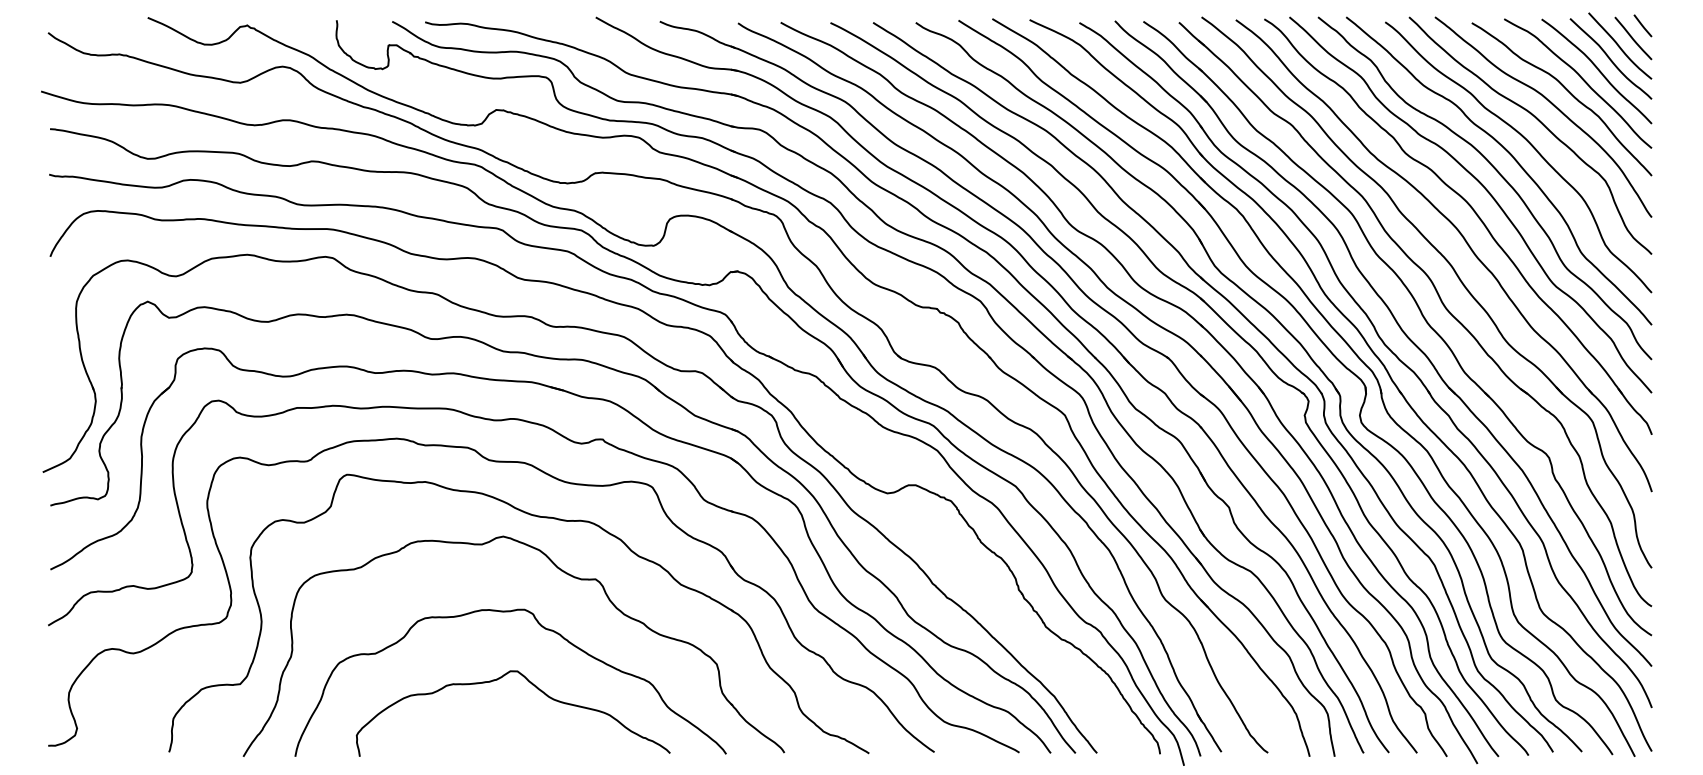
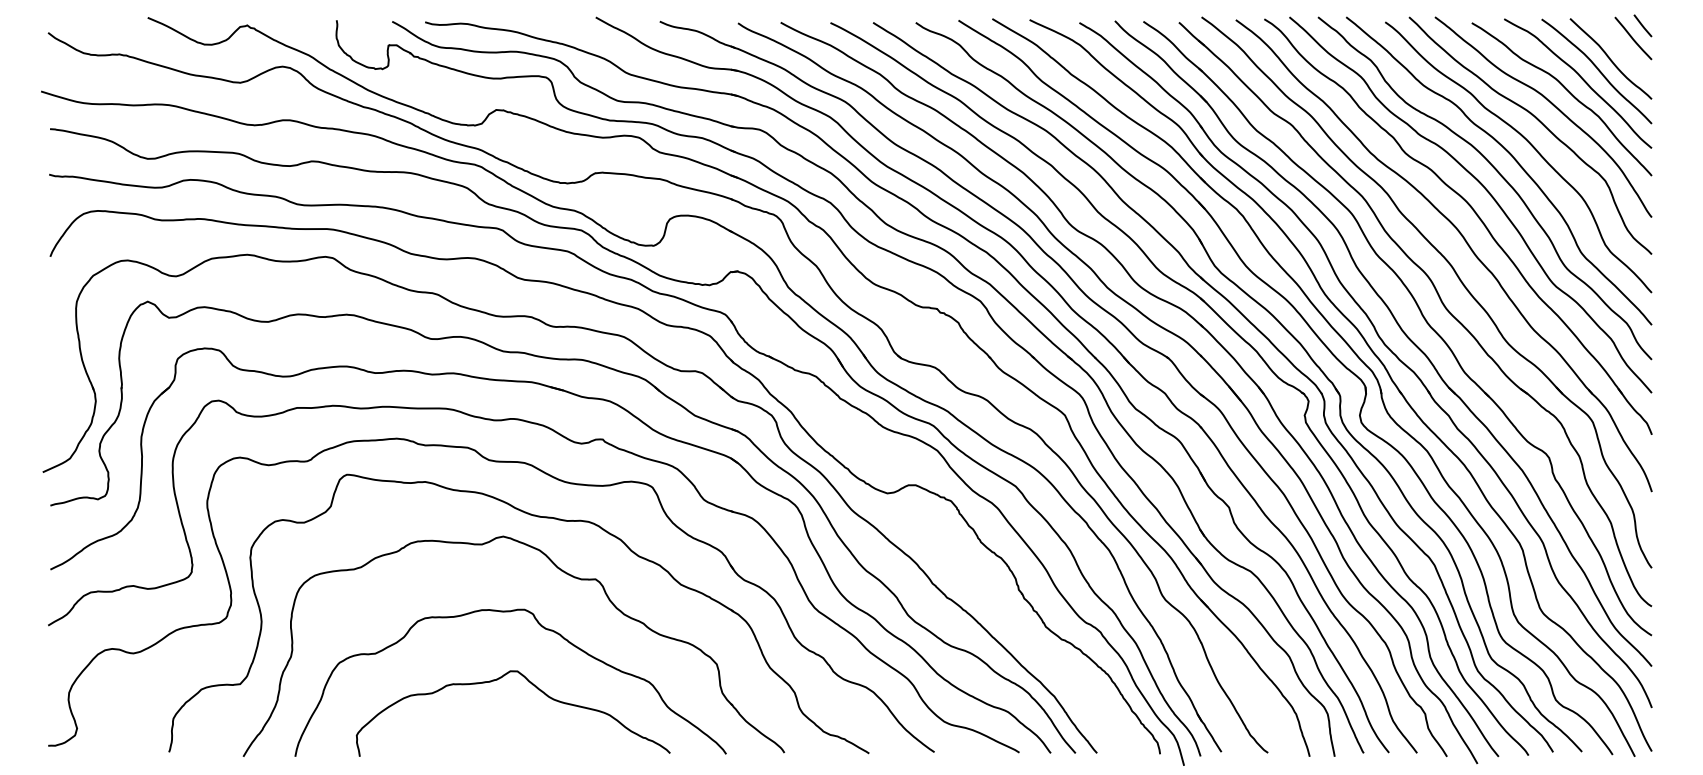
curve at (1619, 45): present -> none
